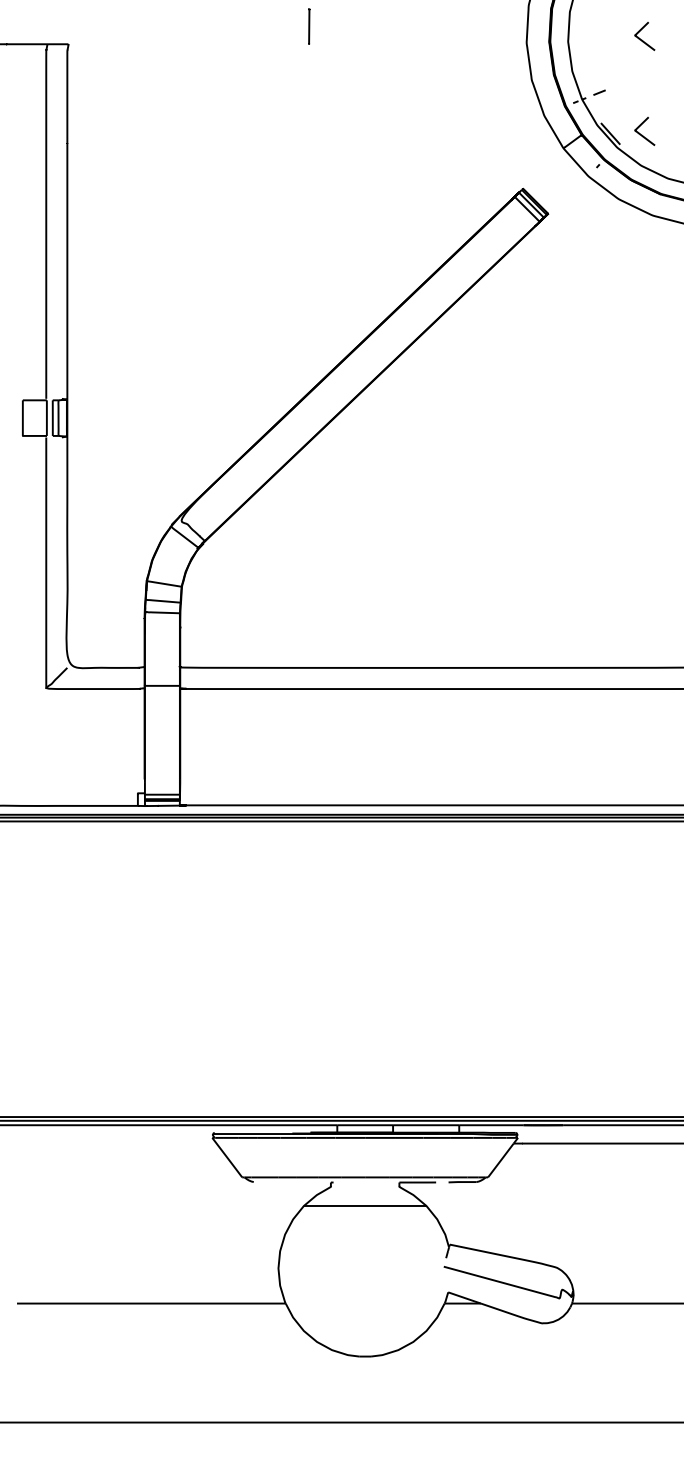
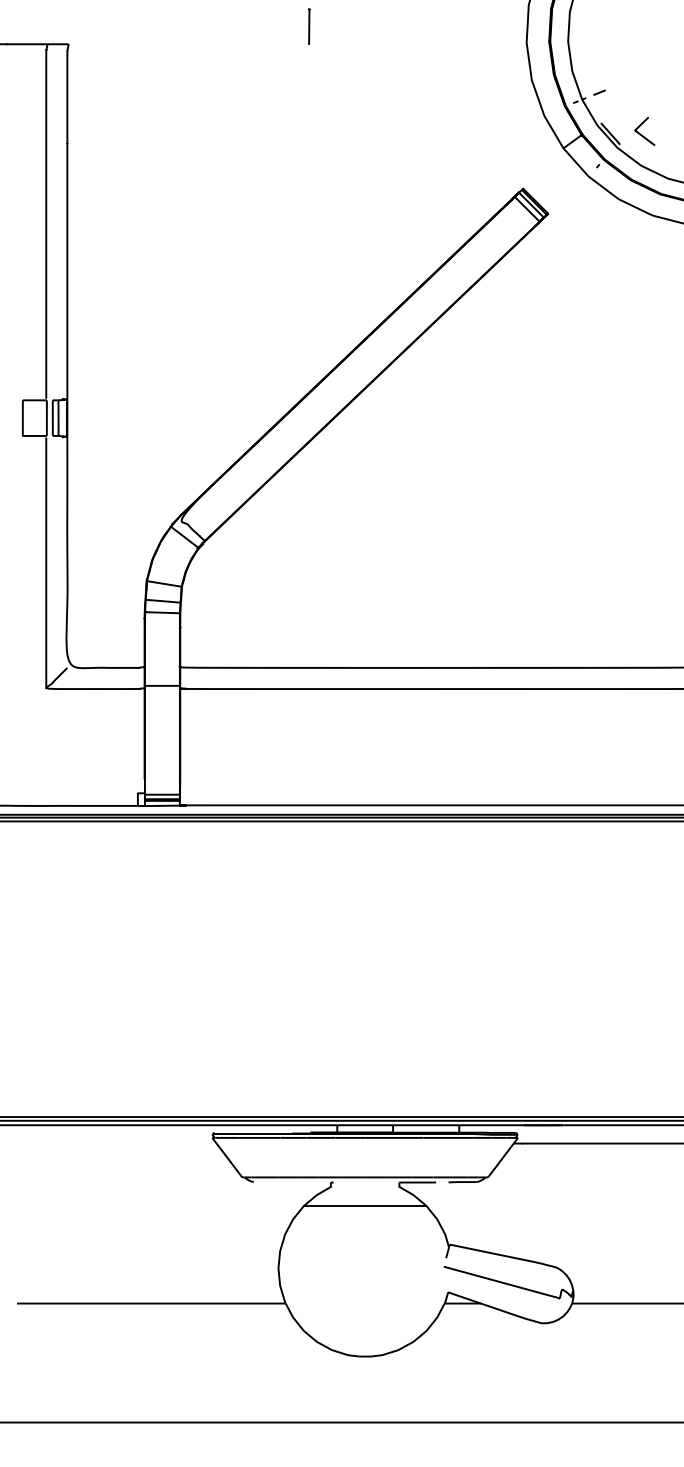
curve at (642, 39): present -> none
